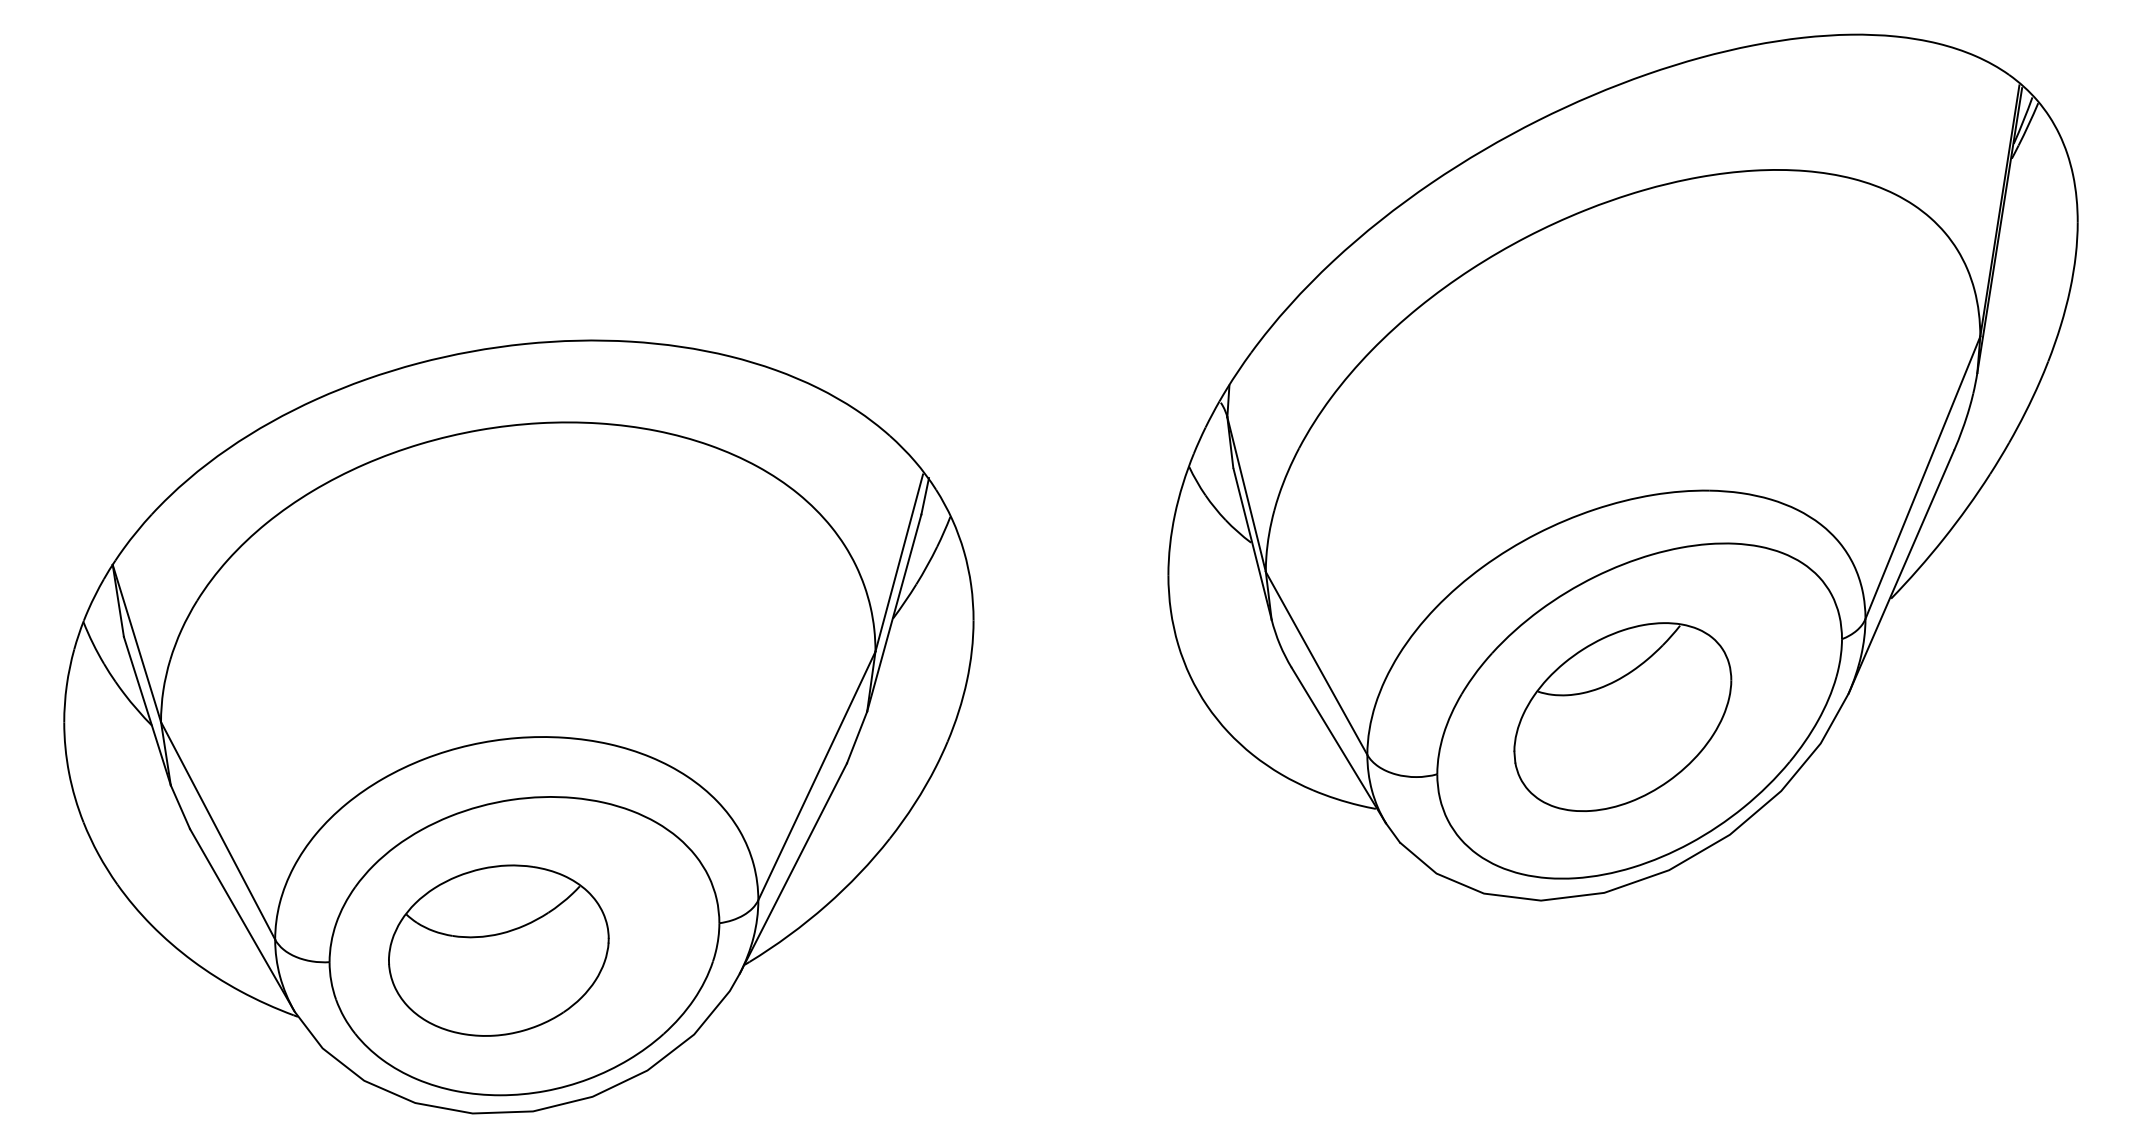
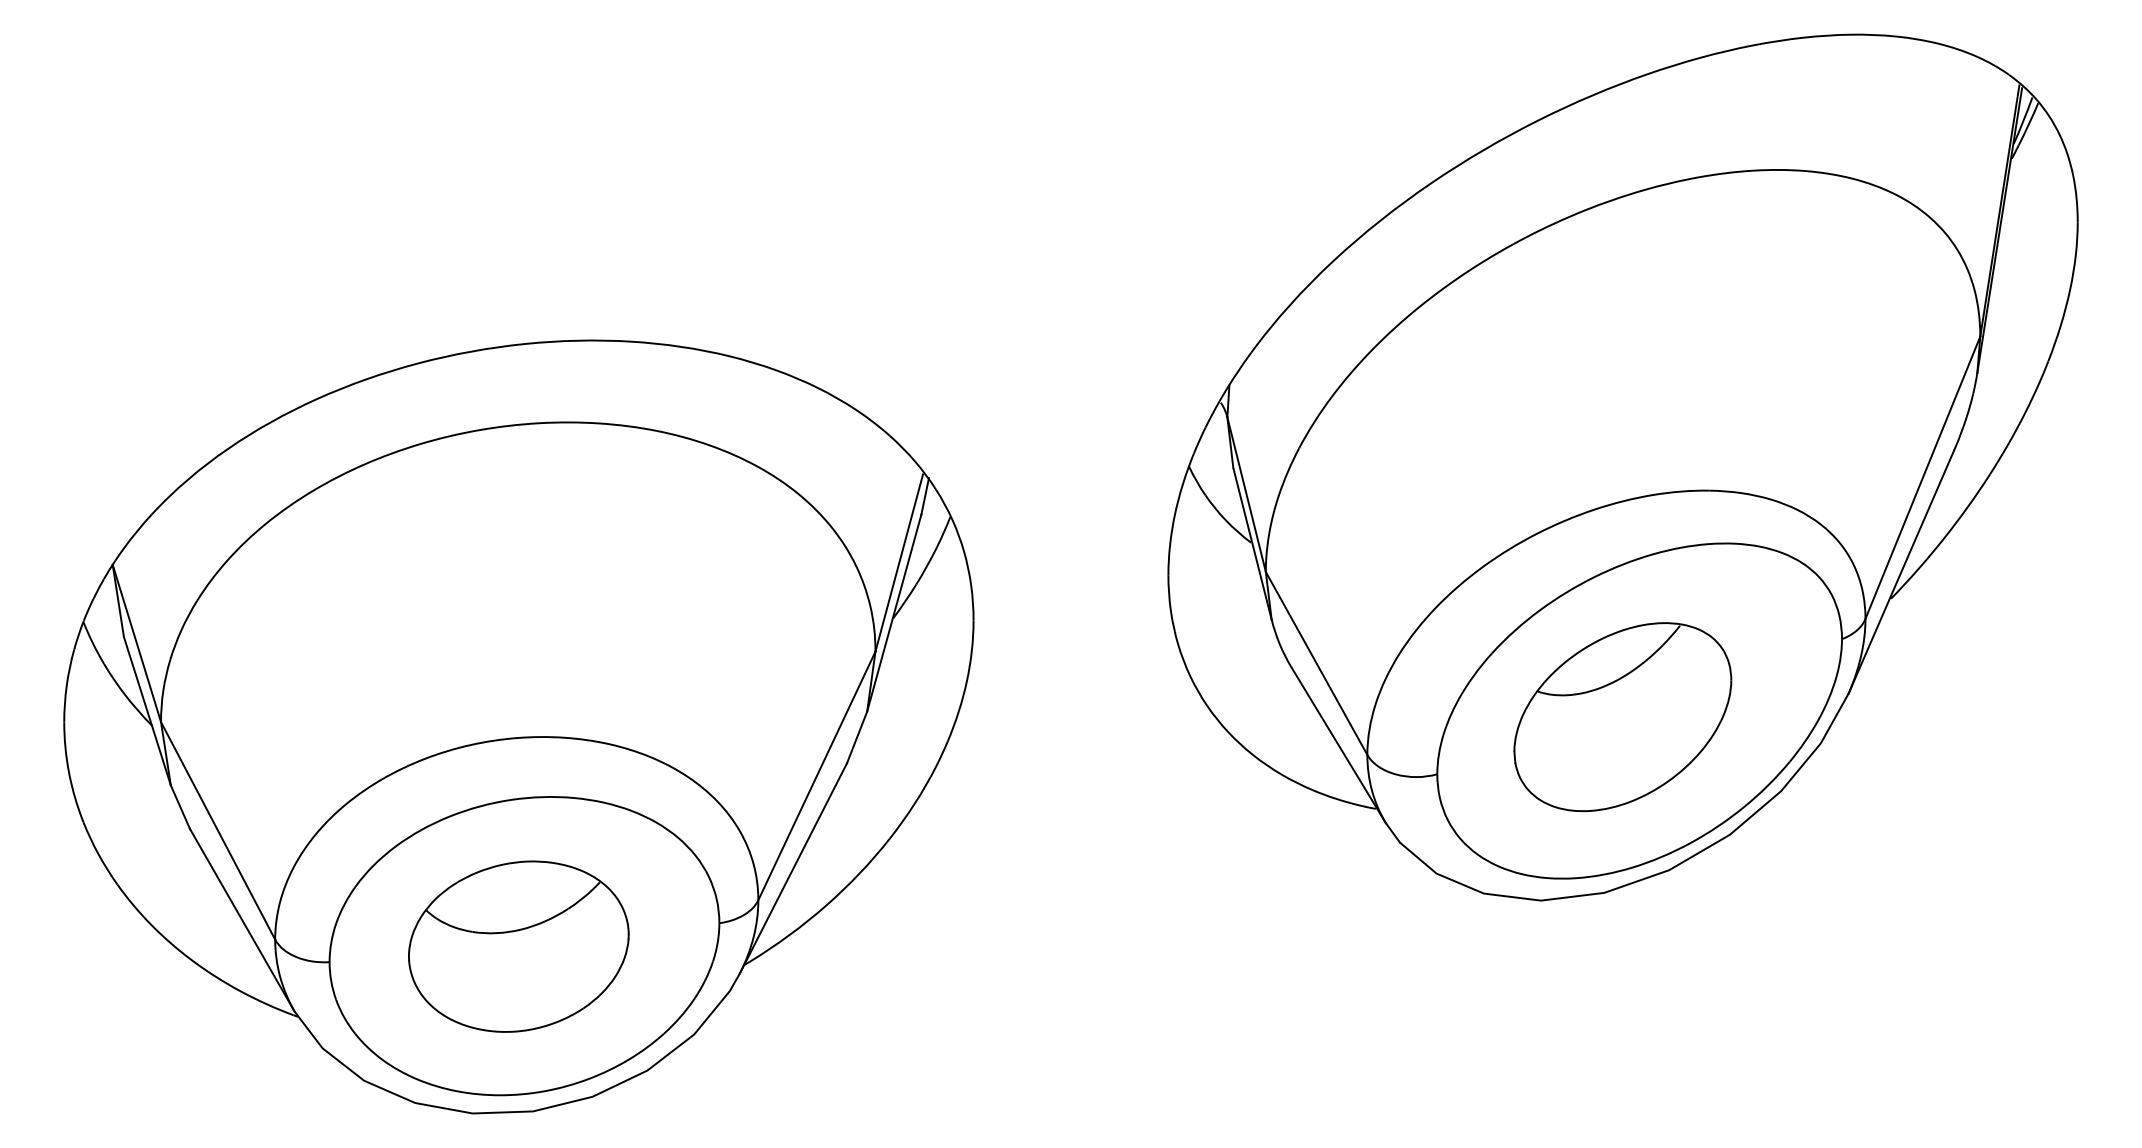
part at (498, 950) position: (498, 950) -> (518, 946)
